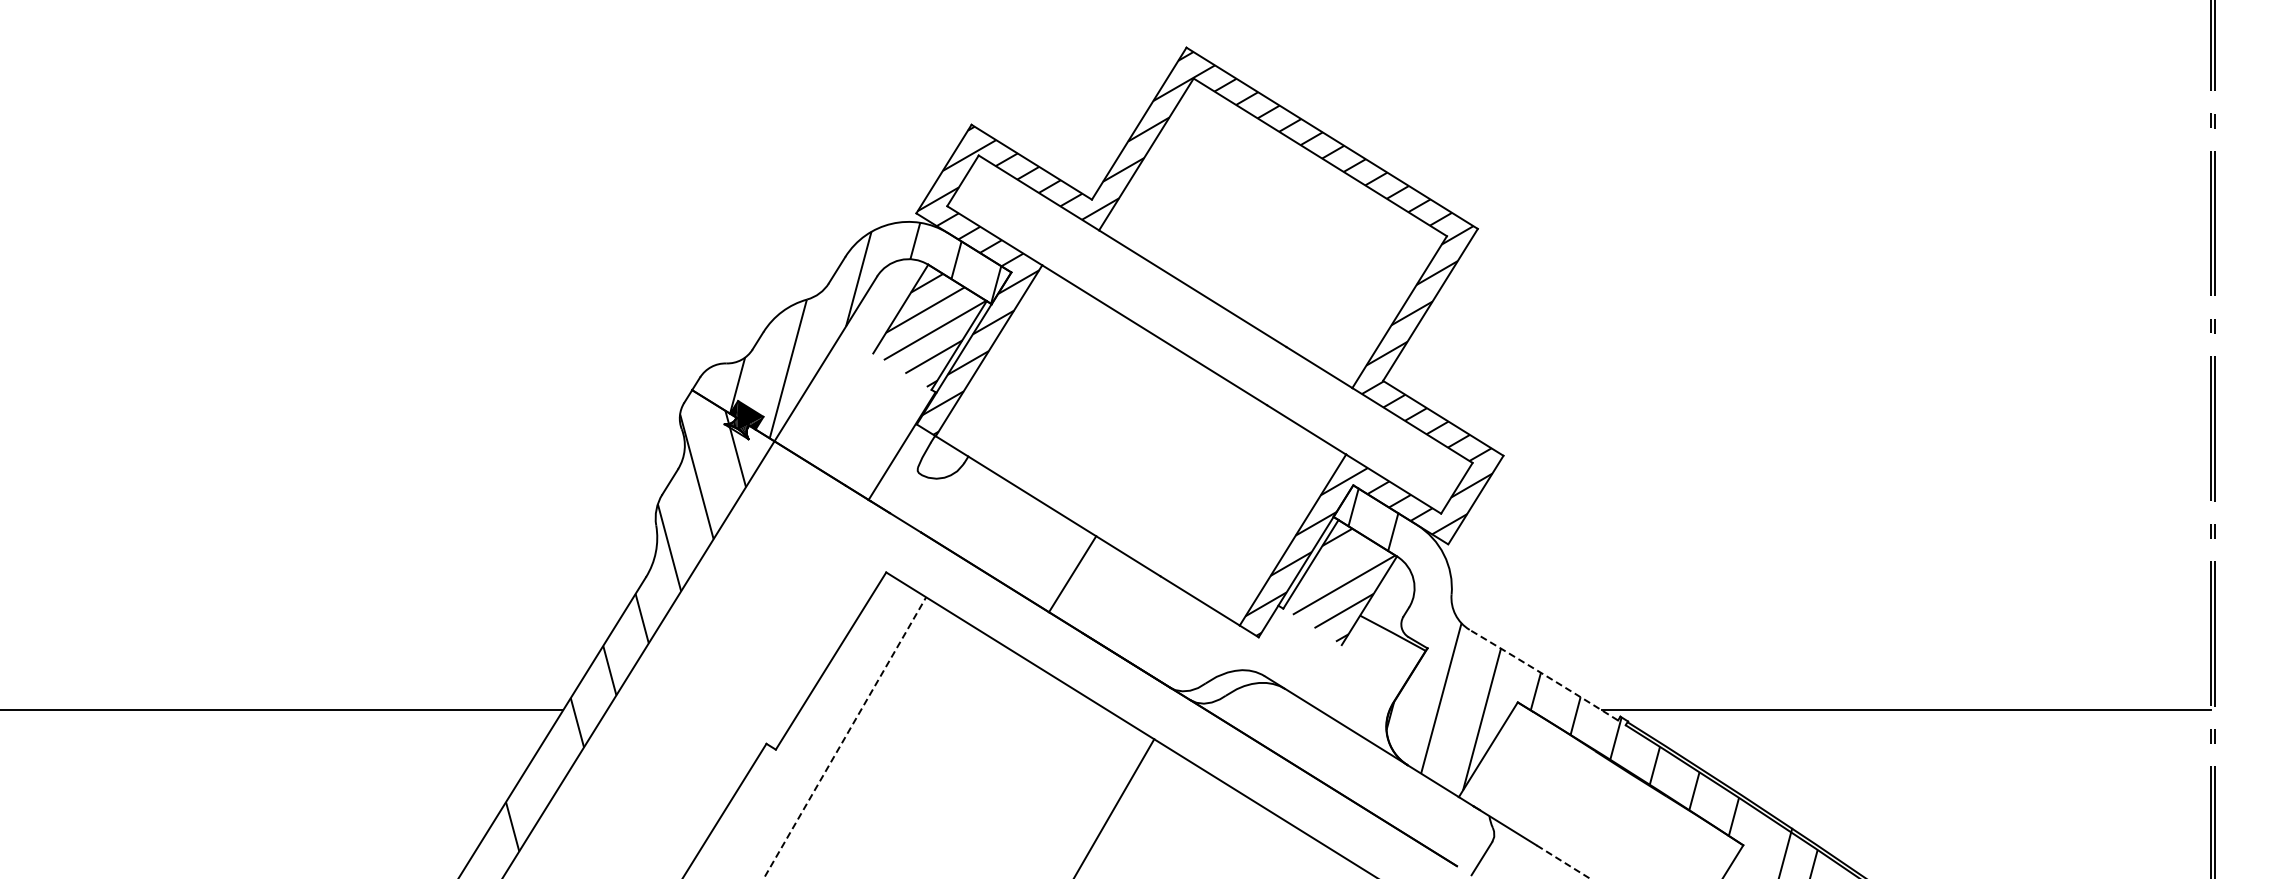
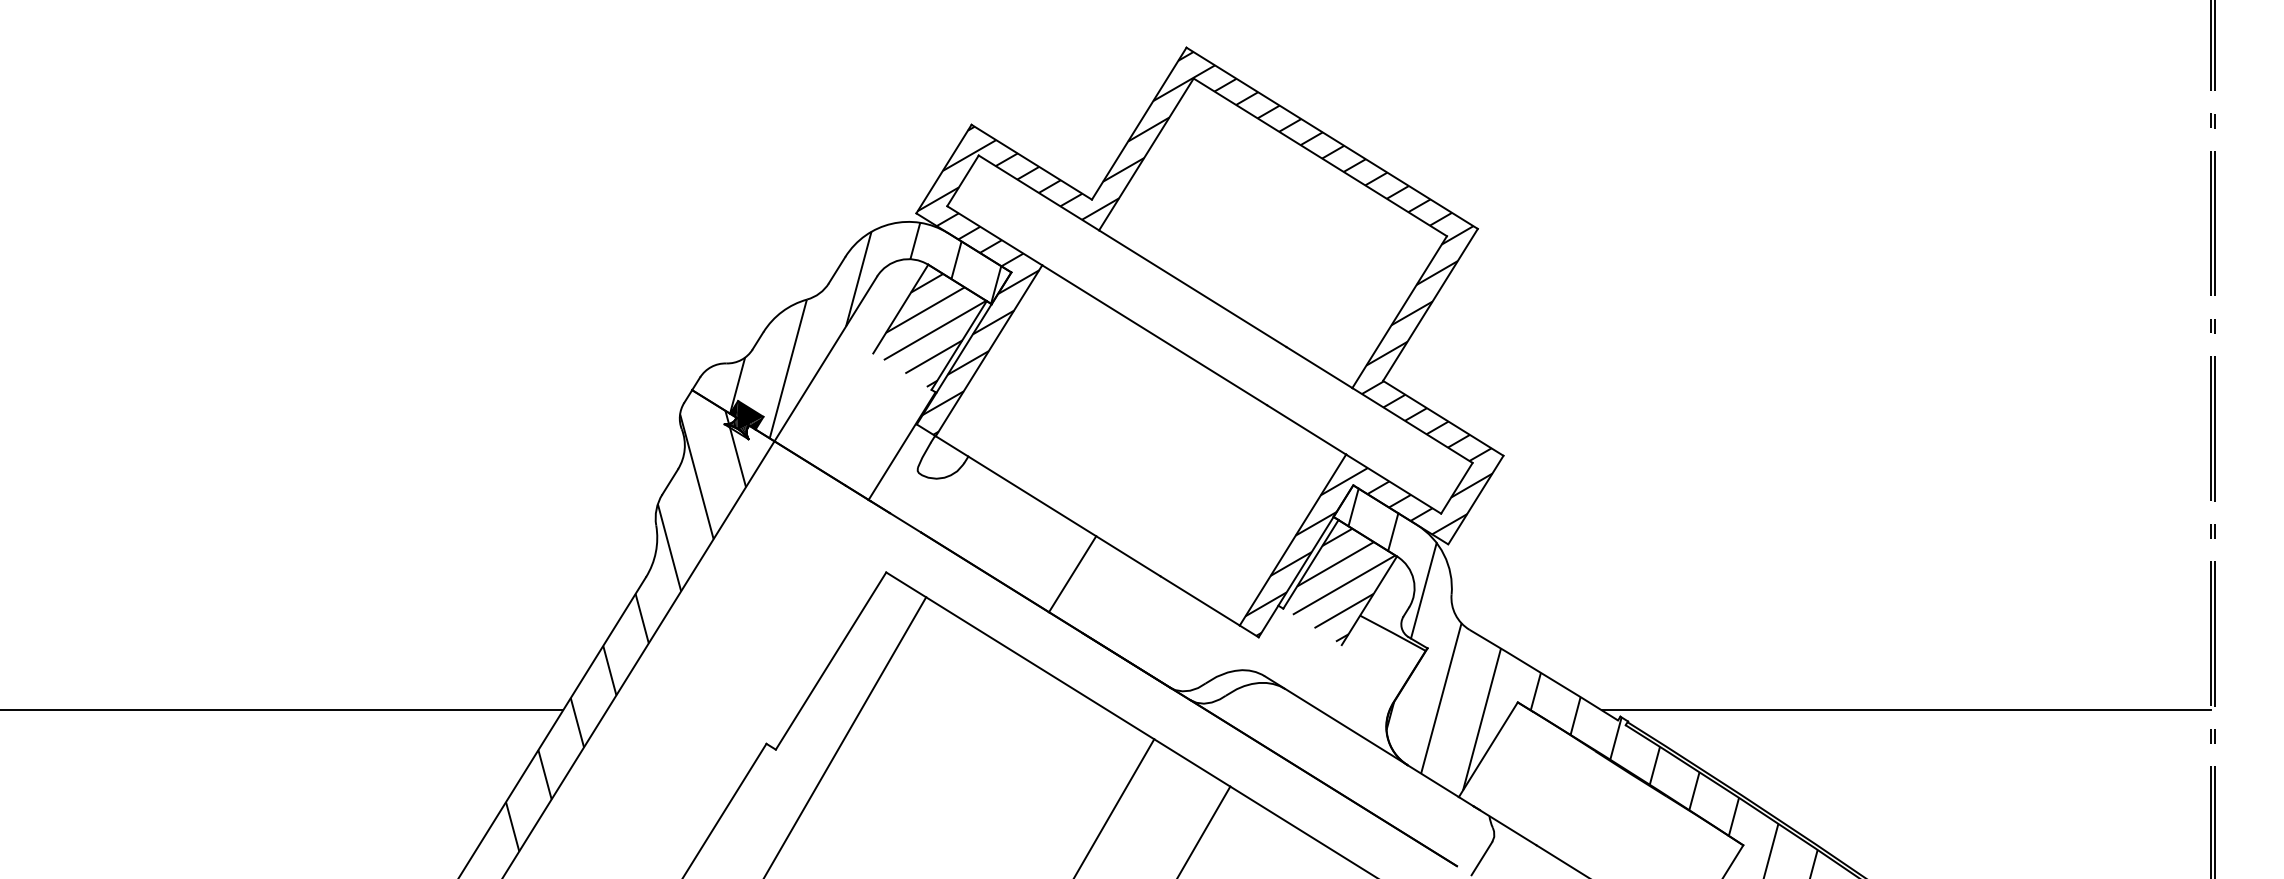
line at (1335, 564): none -> present
line at (1423, 590): none -> present
arc at (1544, 674): dashed -> solid
line at (845, 737): dashed -> solid
line at (544, 774): none -> present
line at (1204, 830): none -> present
line at (1785, 851) position: (1785, 851) -> (1771, 849)
line at (1563, 862): dashed -> solid
